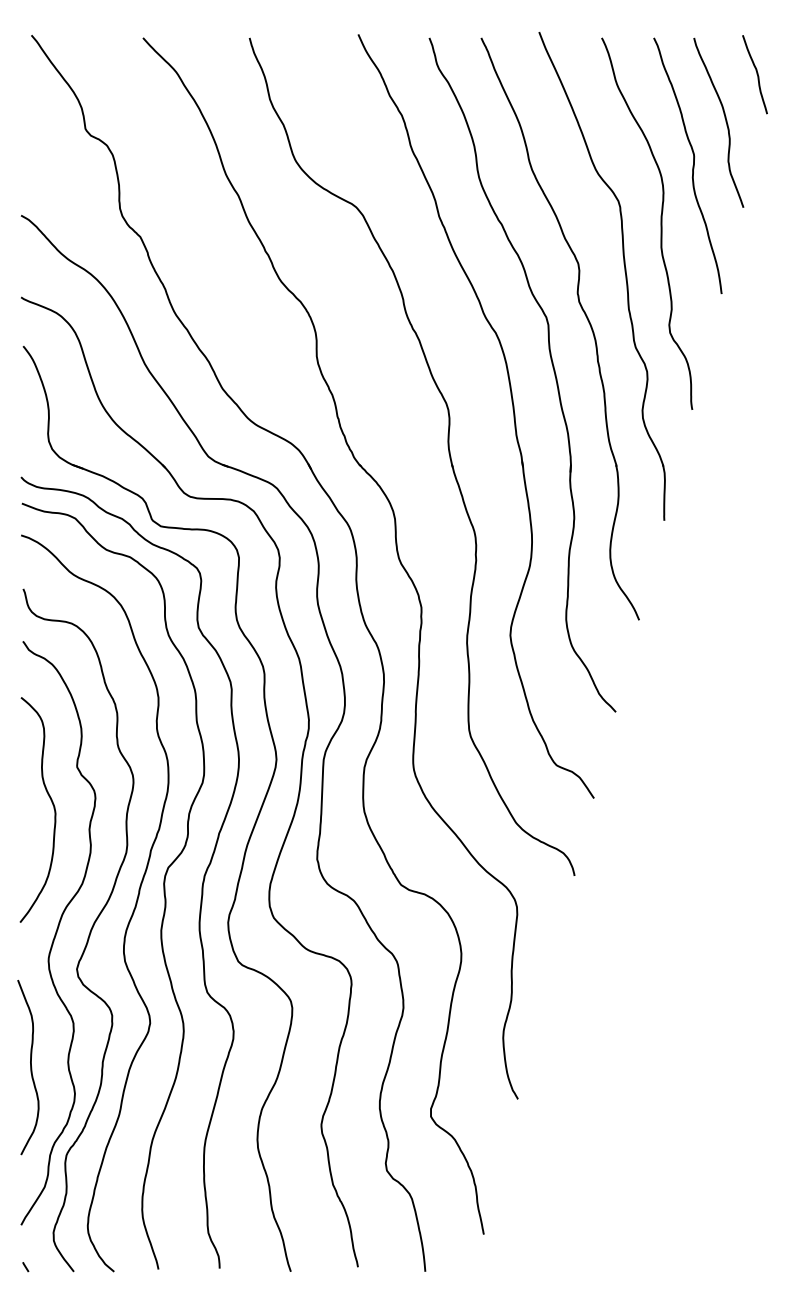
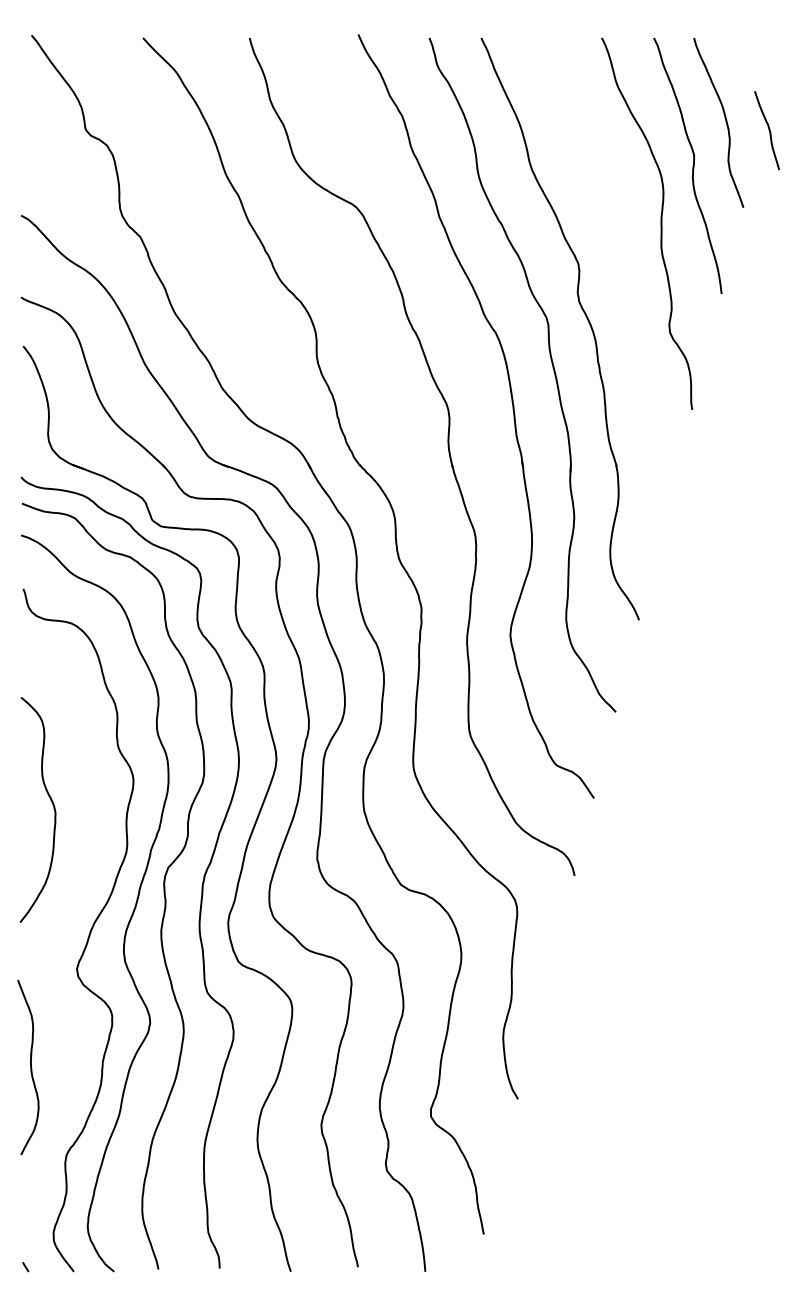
curve at (756, 74) position: (756, 74) -> (768, 130)
part at (624, 272): present -> none
curve at (57, 932): present -> none
